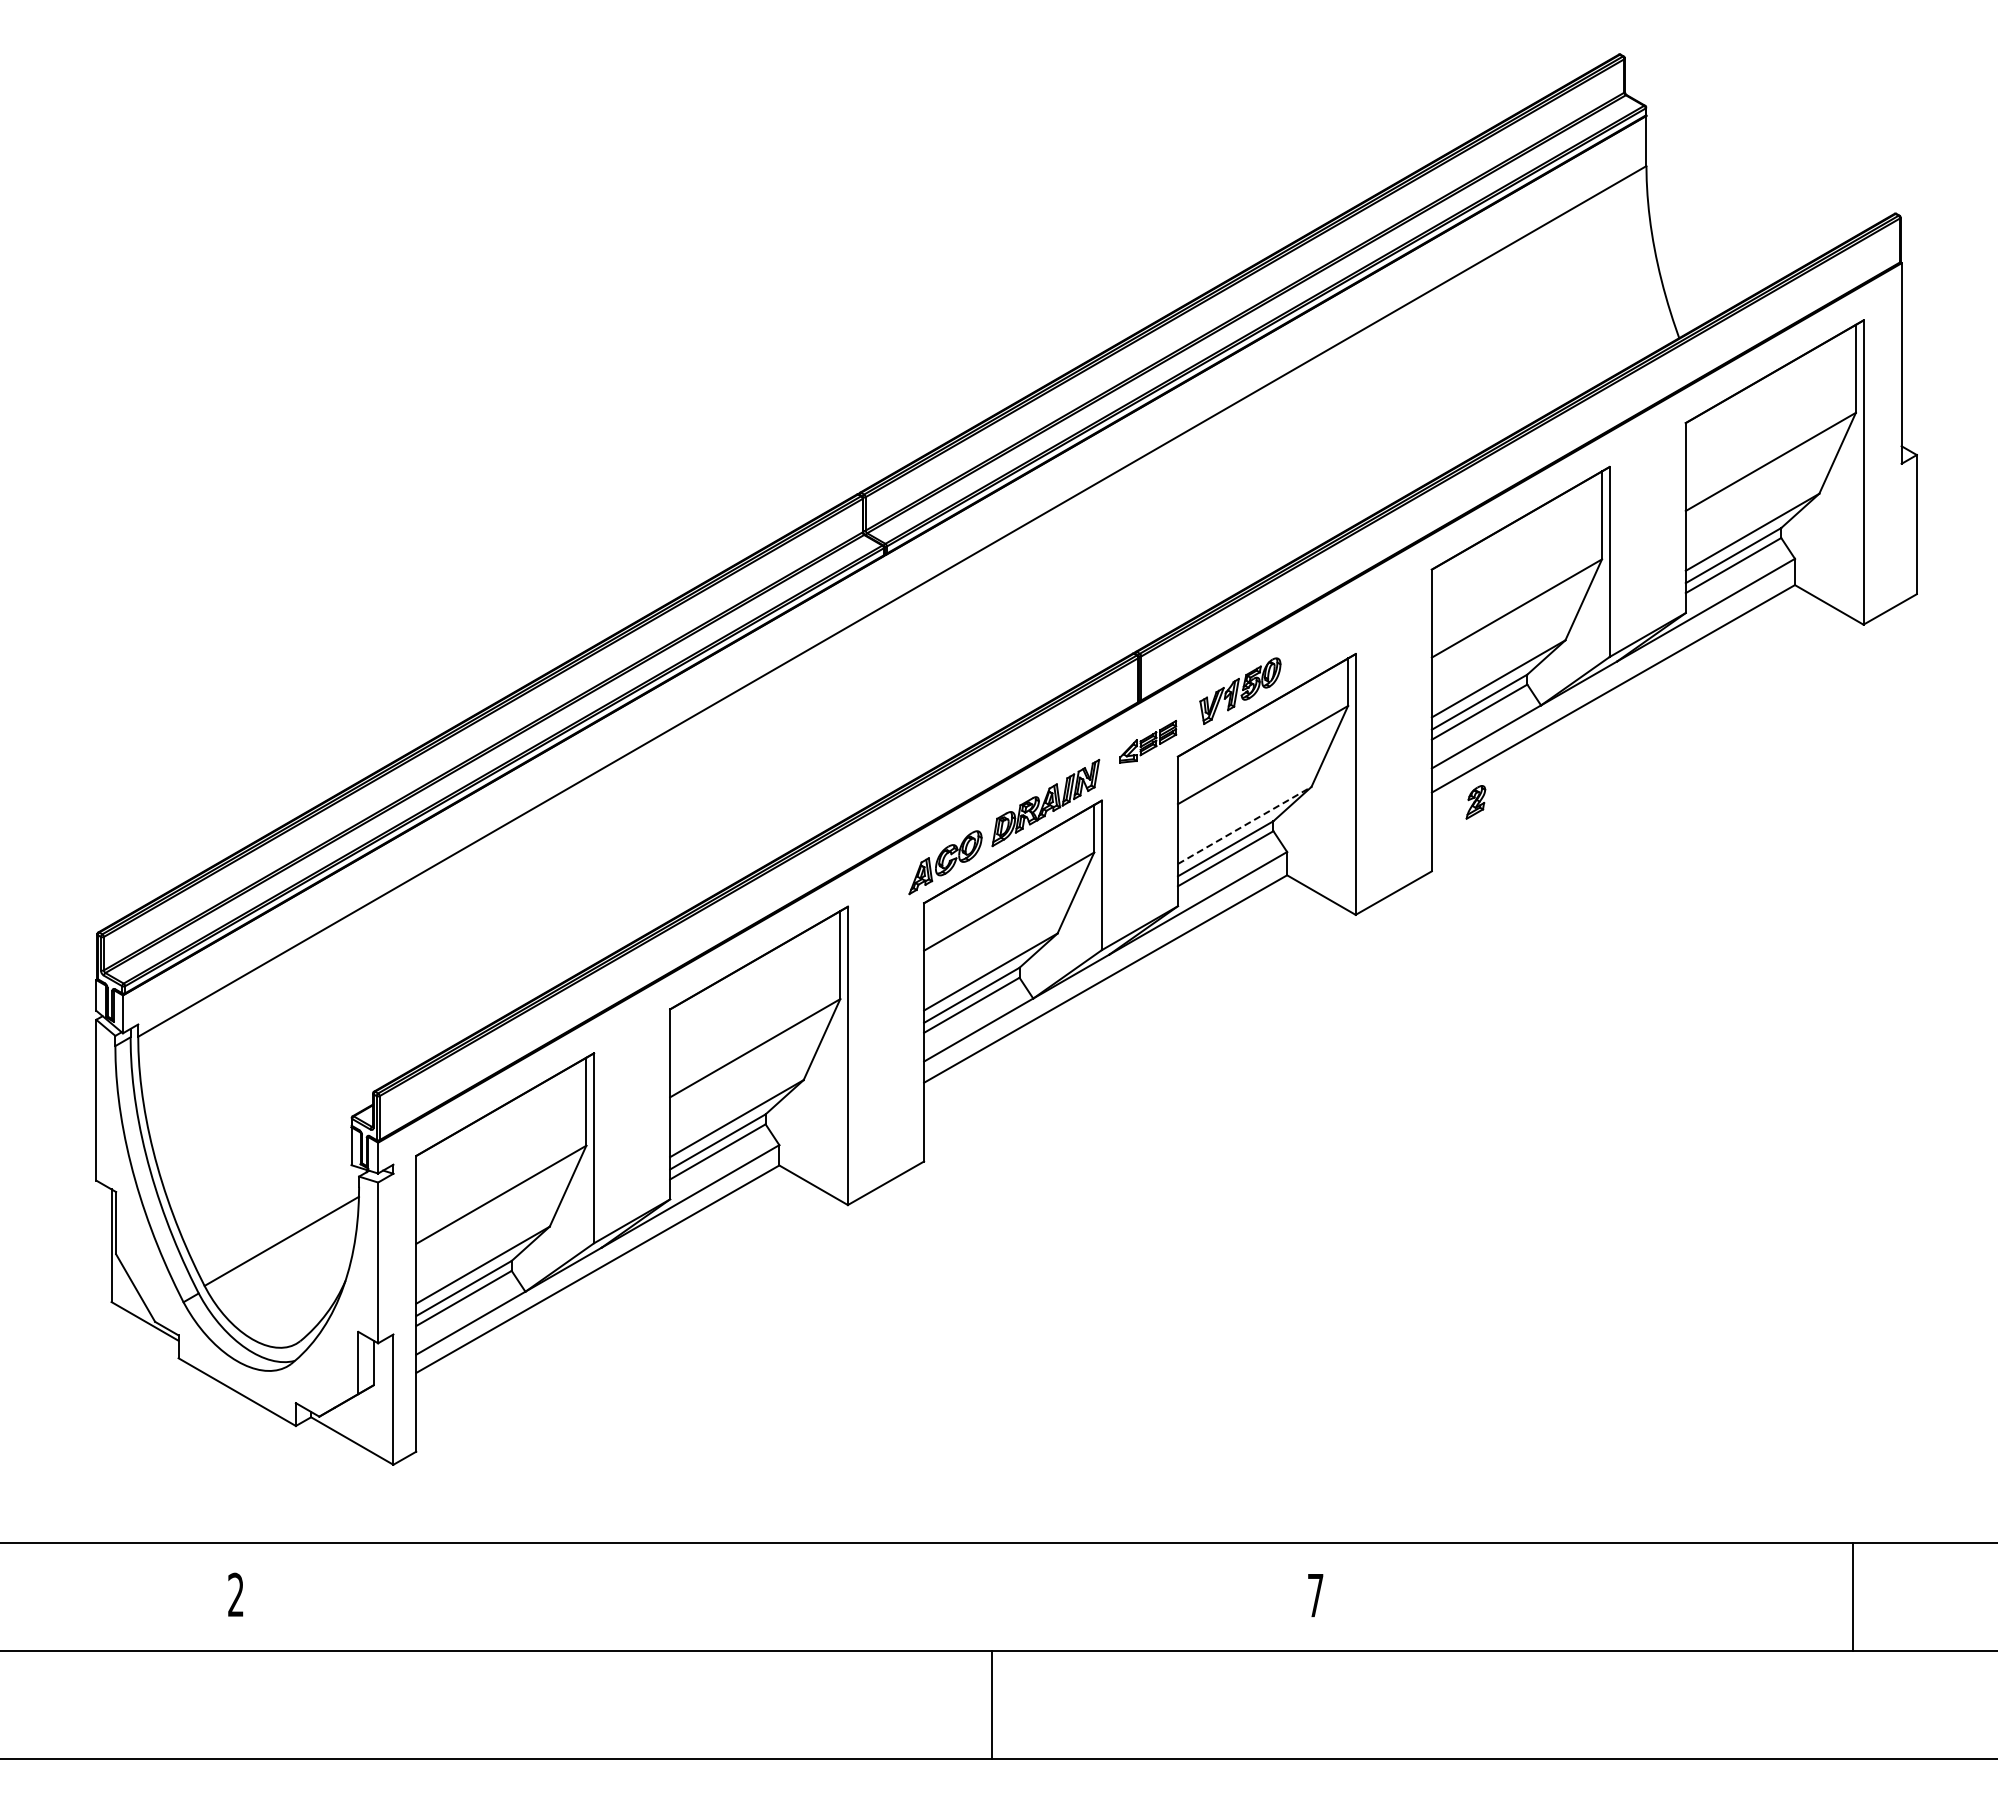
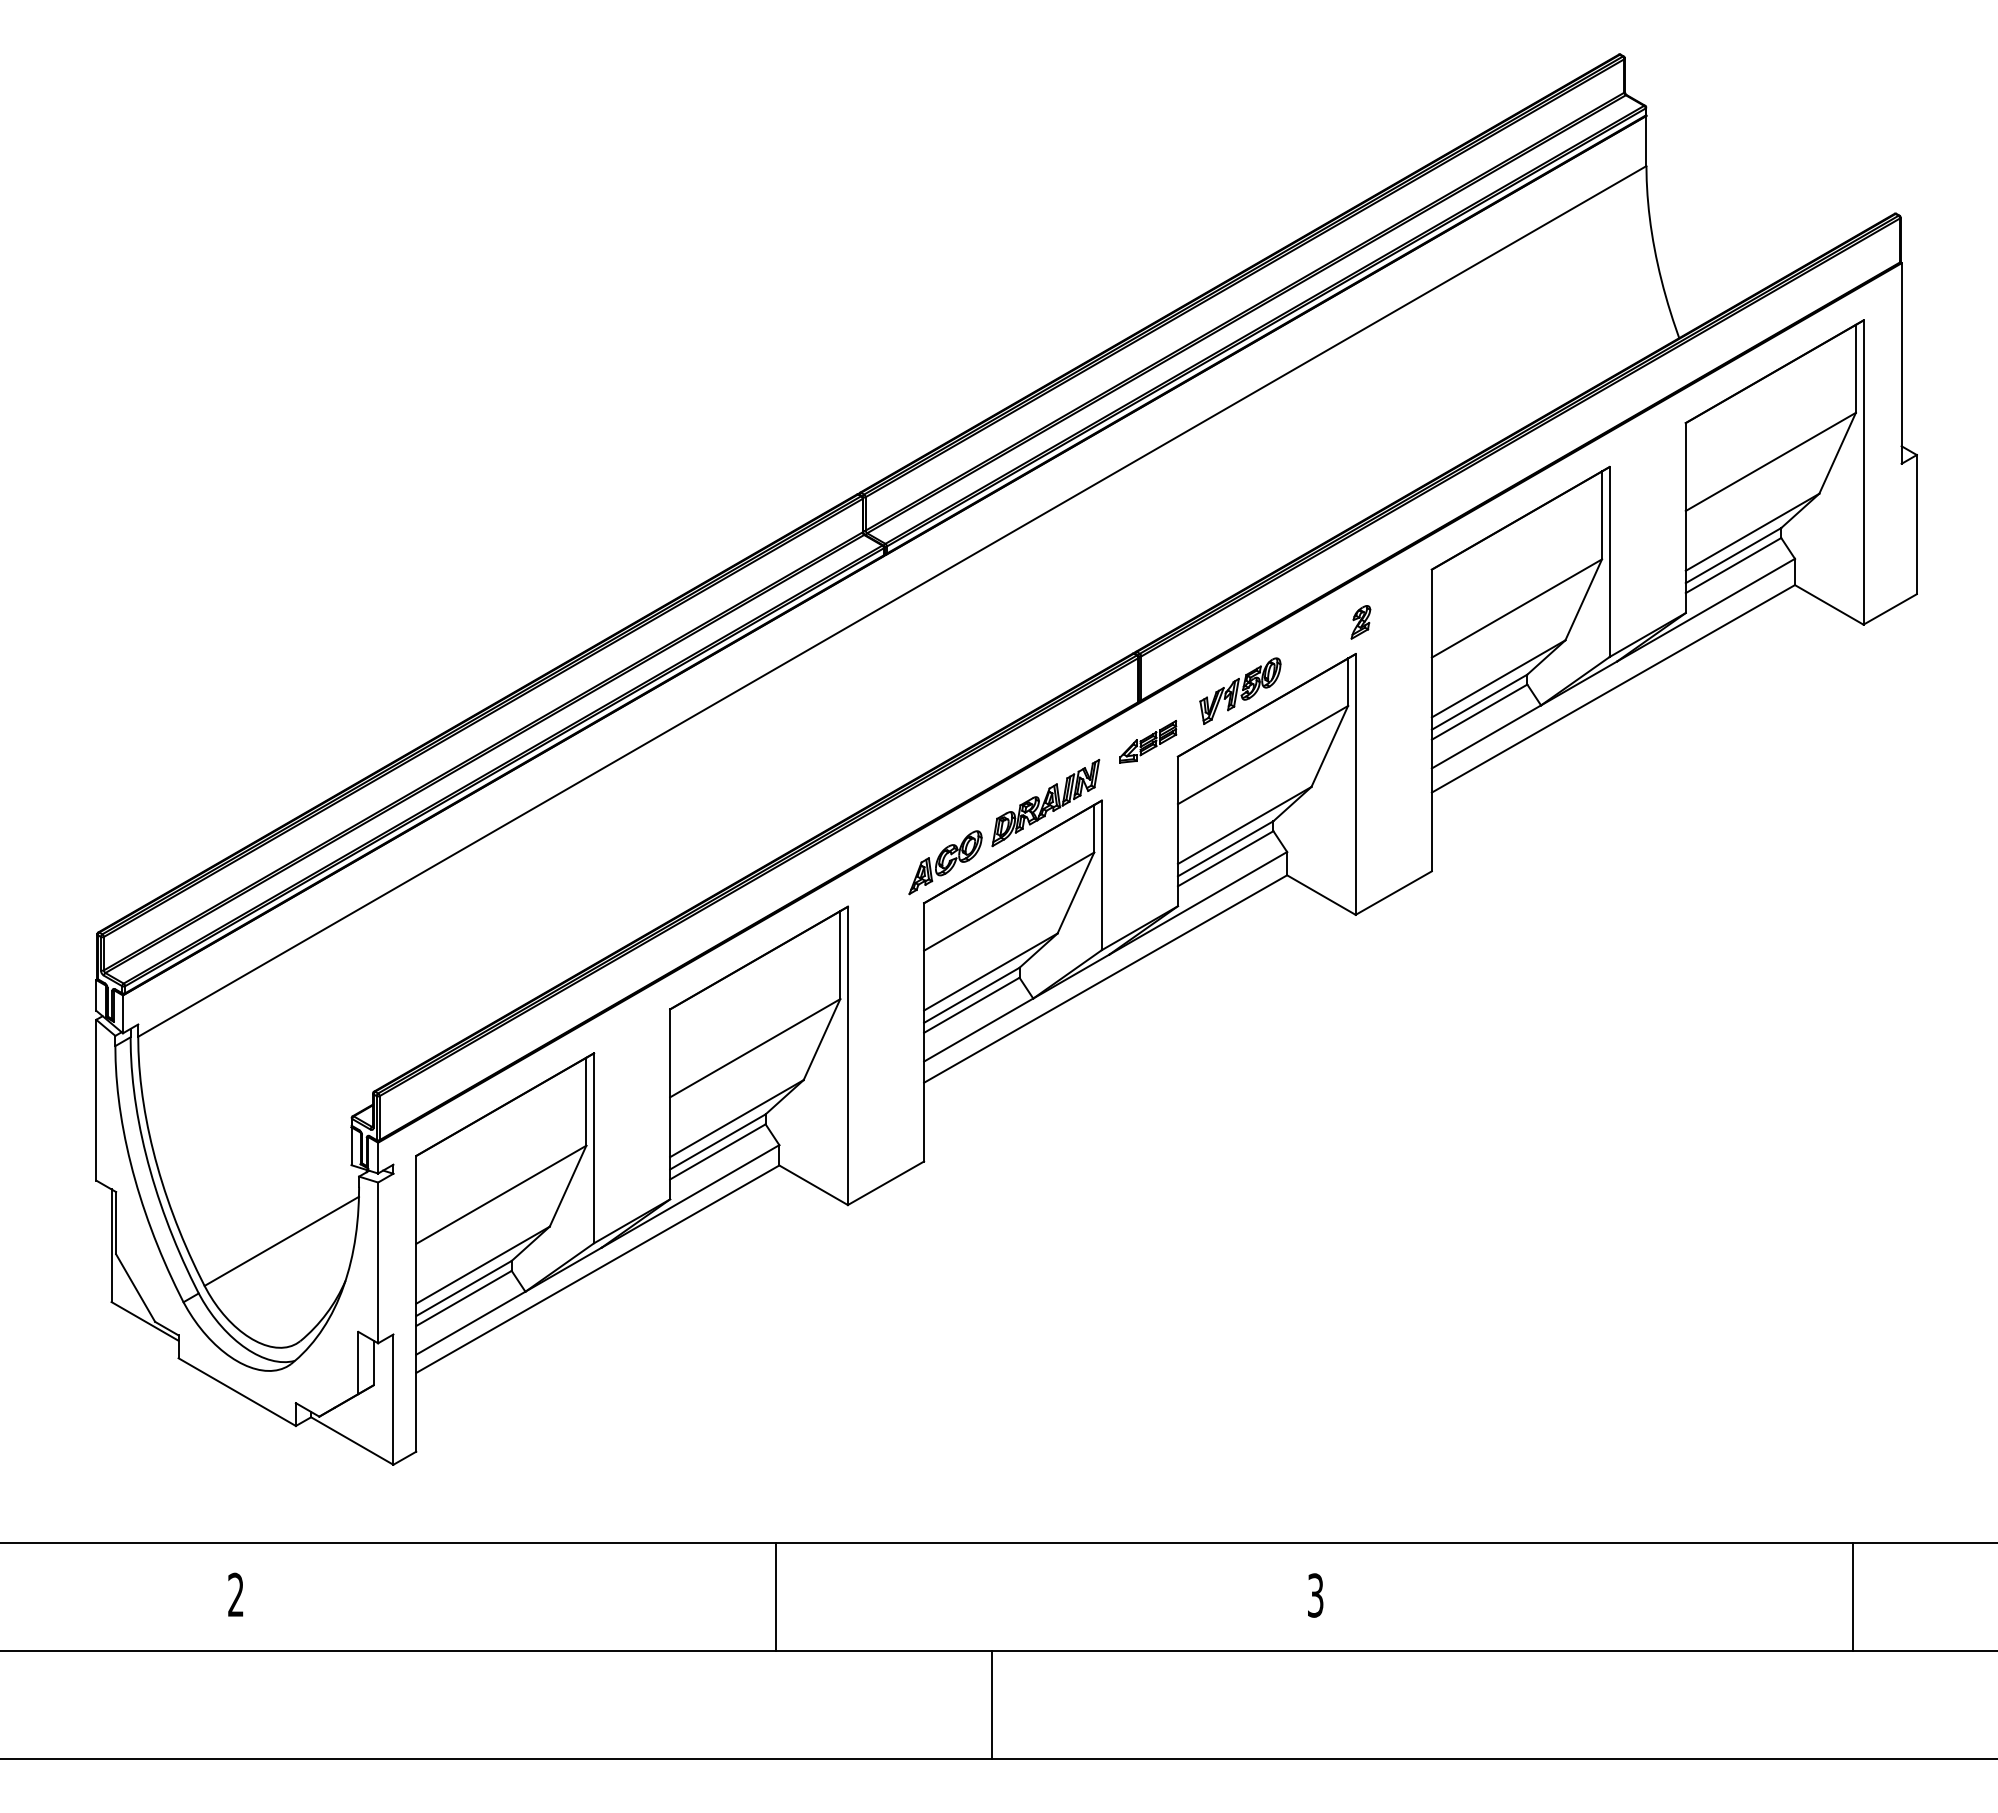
part at (1475, 802) position: (1475, 802) -> (1360, 622)
line at (1245, 825): dashed -> solid
text at (1315, 1595): 7 -> 3
line at (776, 1596): none -> present
